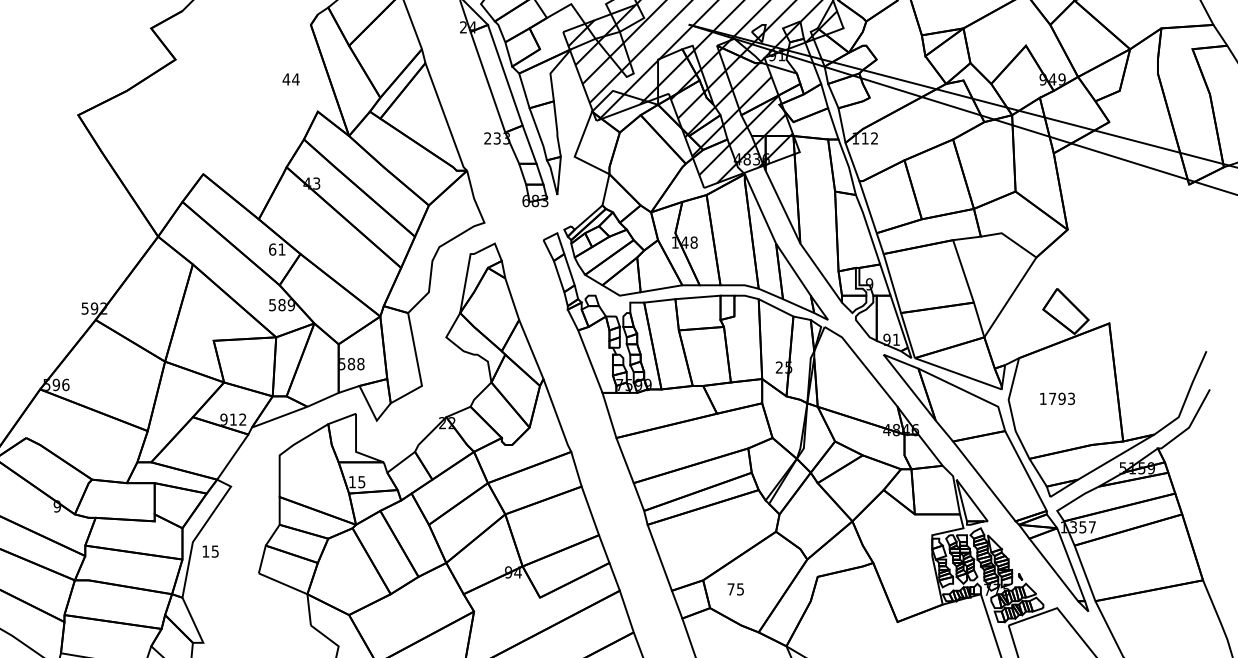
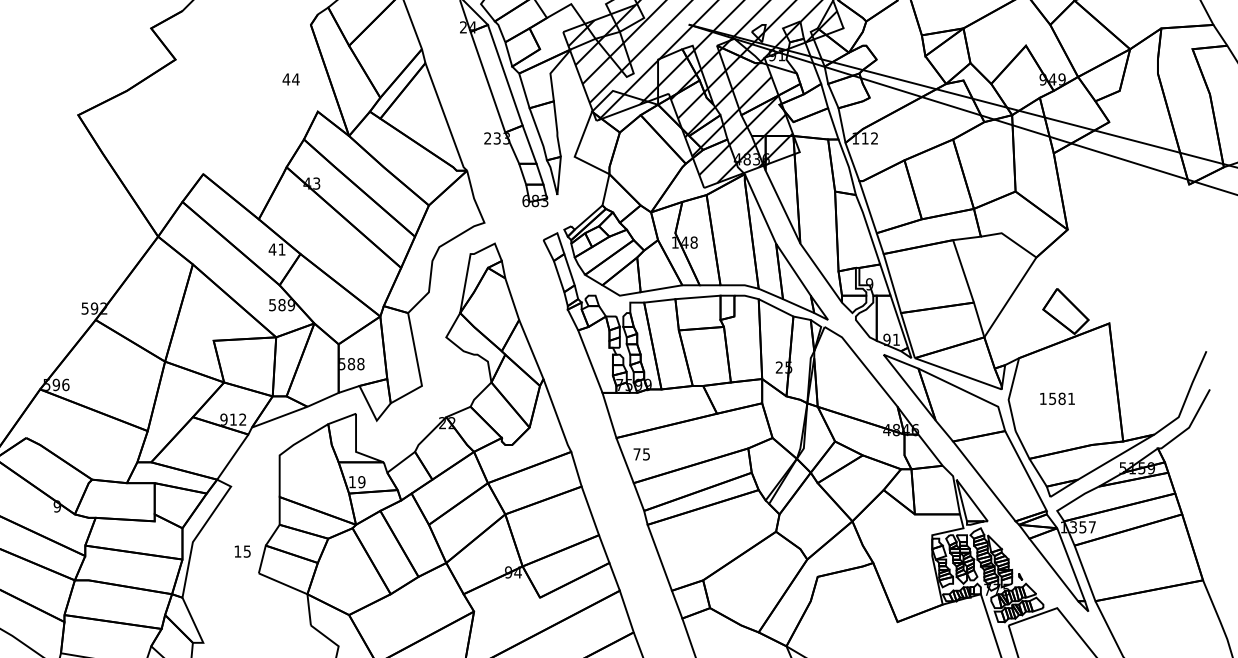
text at (272, 249): 61 -> 41
text at (1062, 398): 1793 -> 1581
text at (361, 481): 15 -> 19
text at (210, 551) position: (210, 551) -> (242, 551)
text at (735, 589) position: (735, 589) -> (641, 454)
